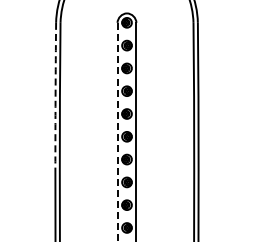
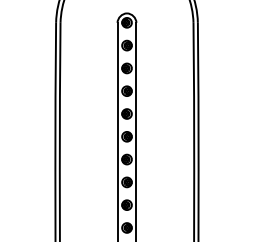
arc at (55, 96): dashed -> solid
line at (117, 132): dashed -> solid
